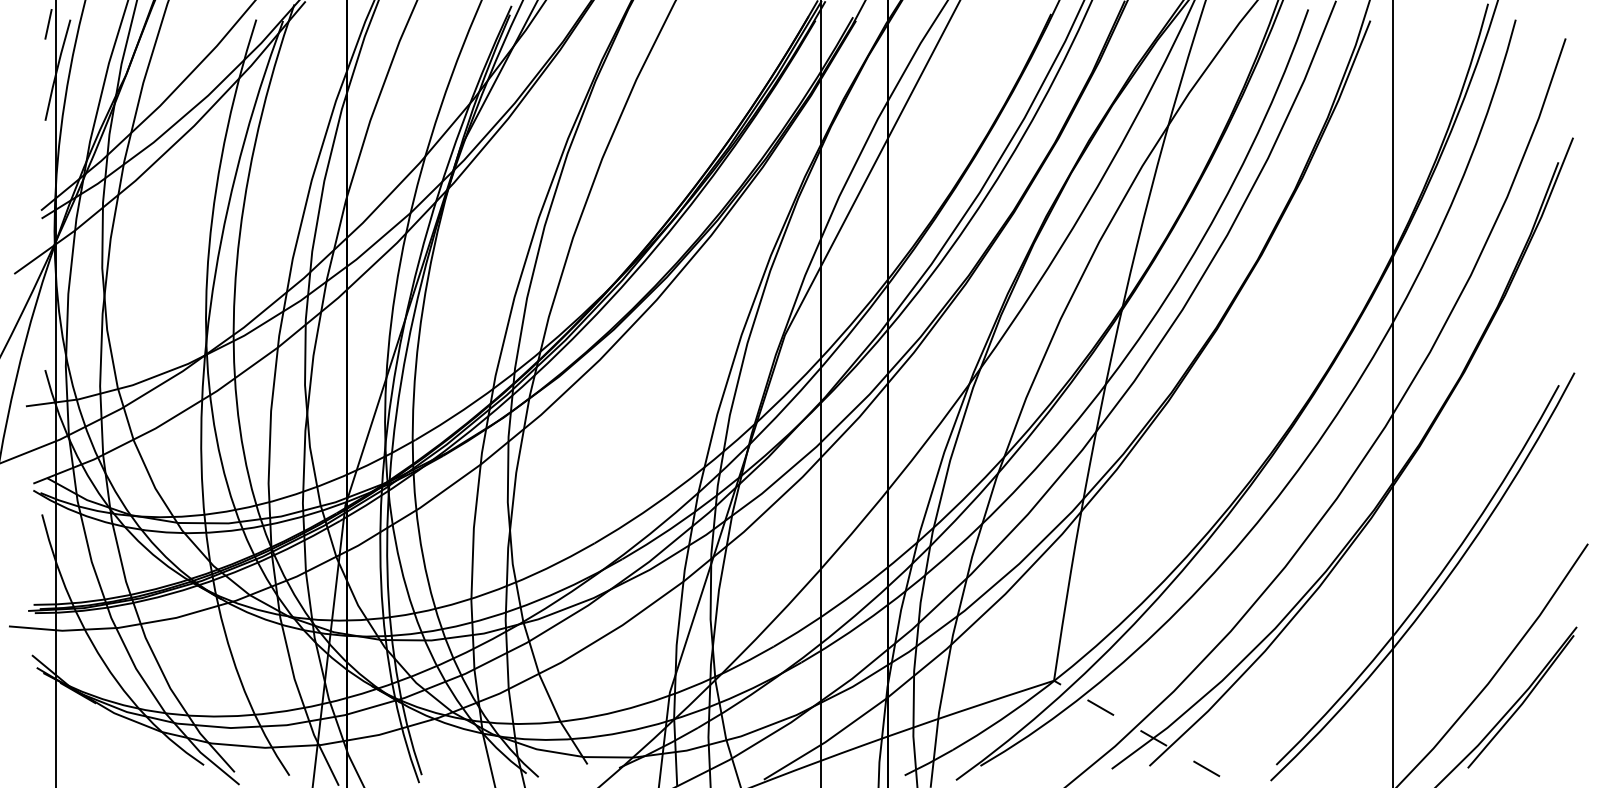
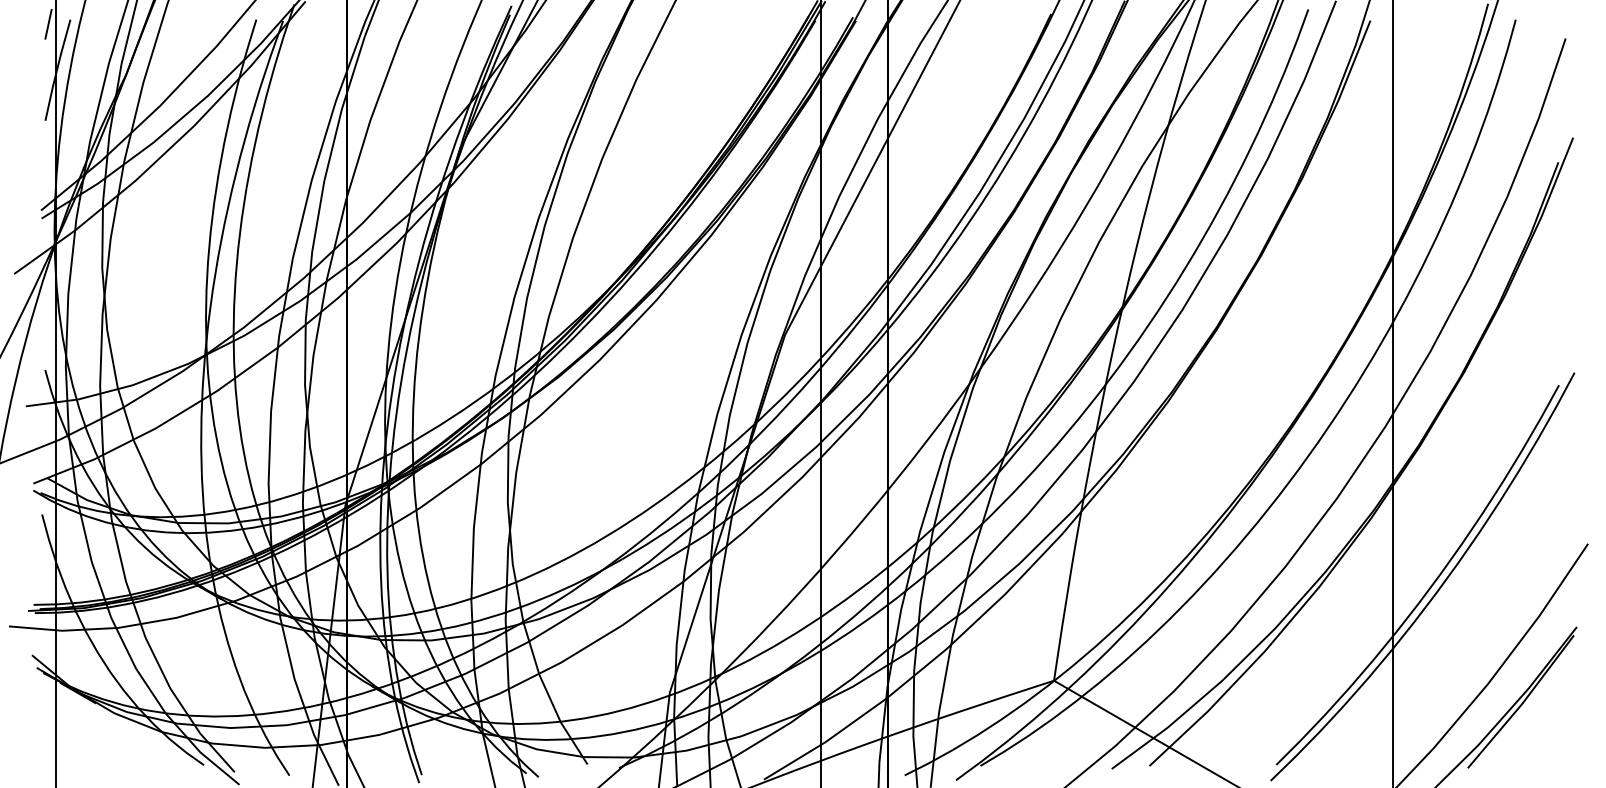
line at (1146, 734): dashed -> solid
